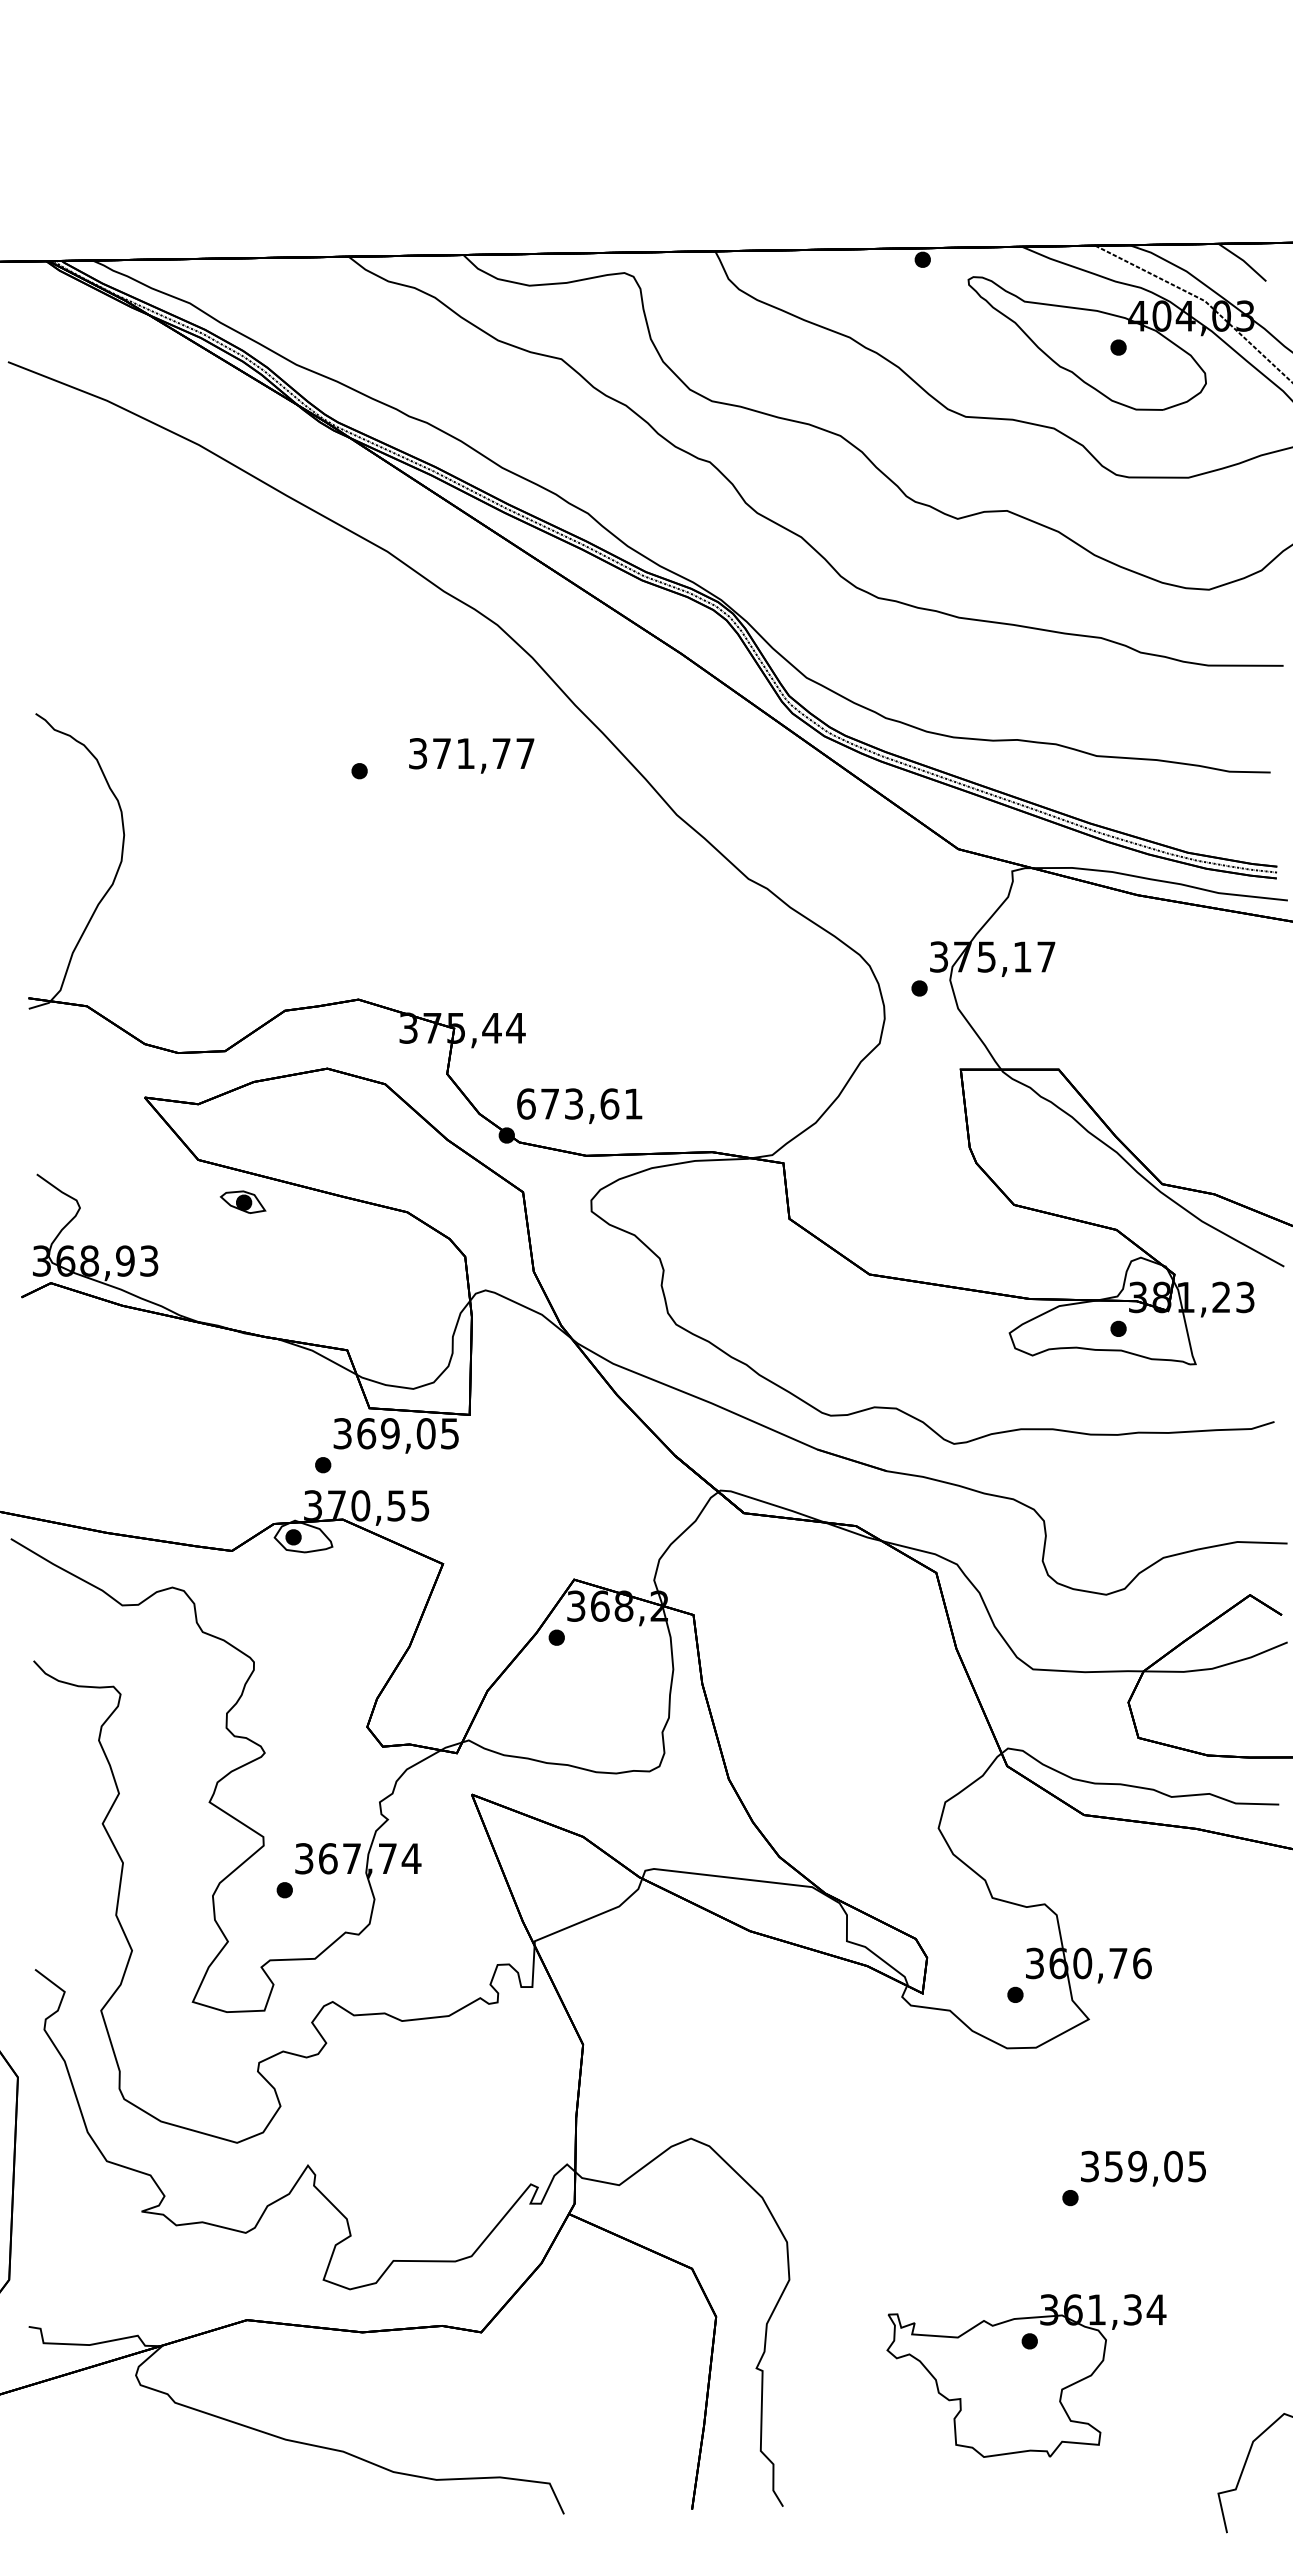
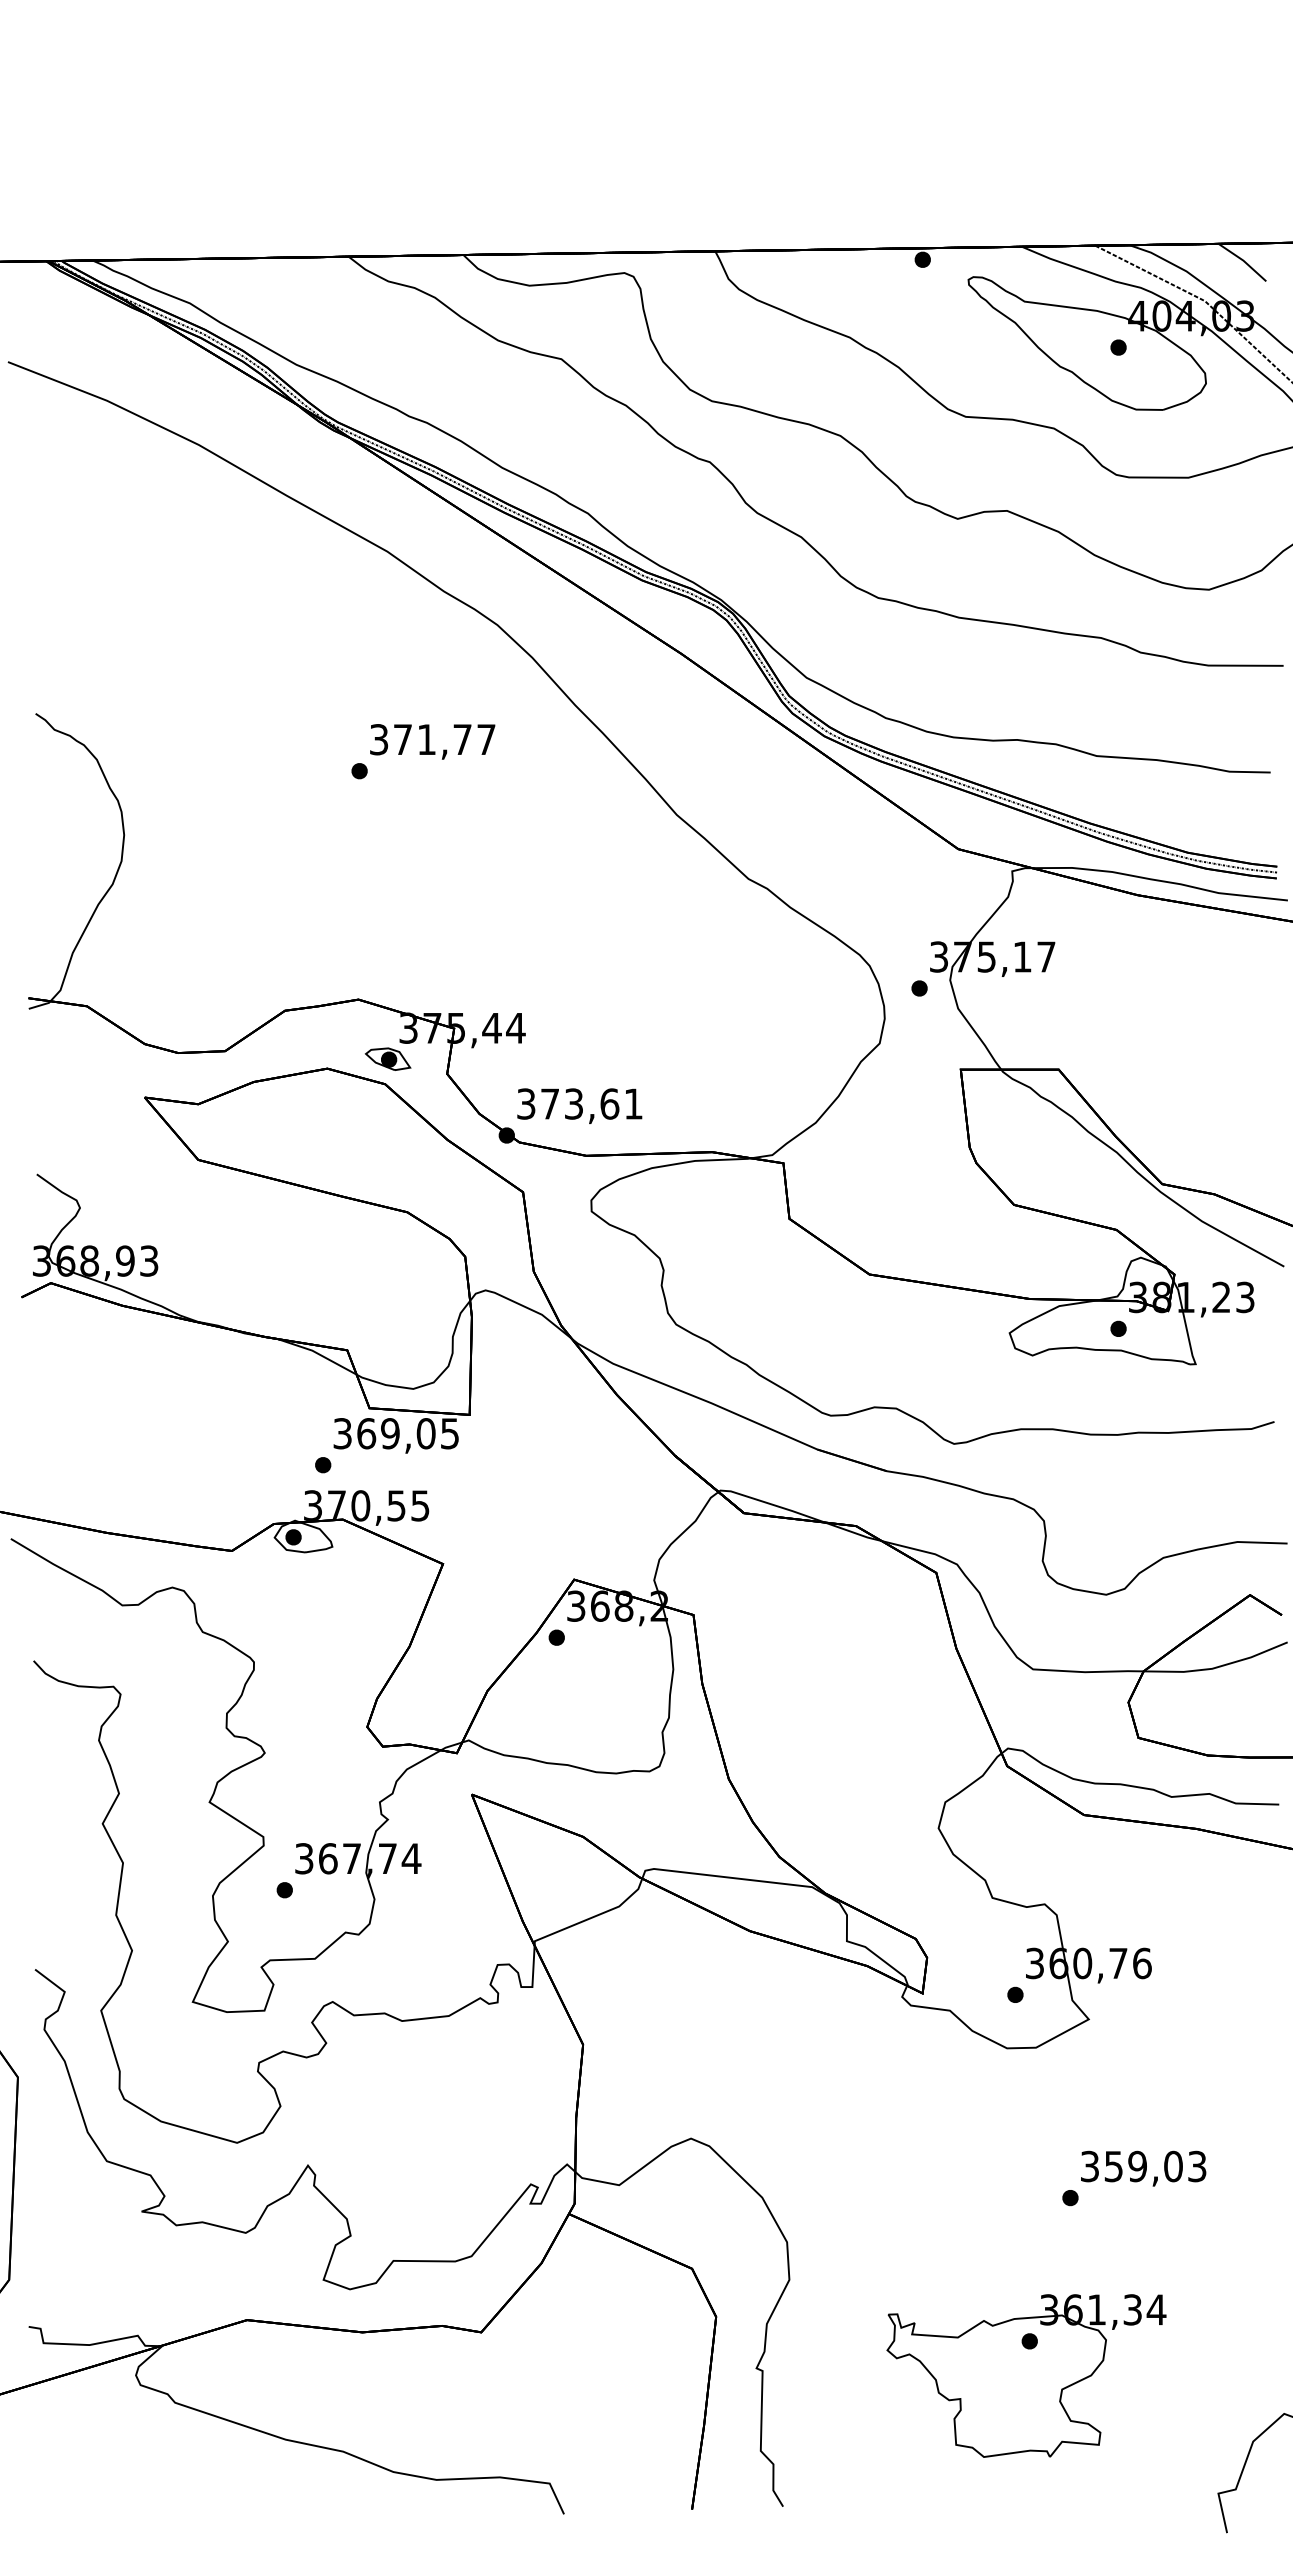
text at (471, 755) position: (471, 755) -> (432, 741)
text at (526, 1103): 673,61 -> 373,61
part at (242, 1201) position: (242, 1201) -> (387, 1058)
text at (1197, 2165): 359,05 -> 359,03
